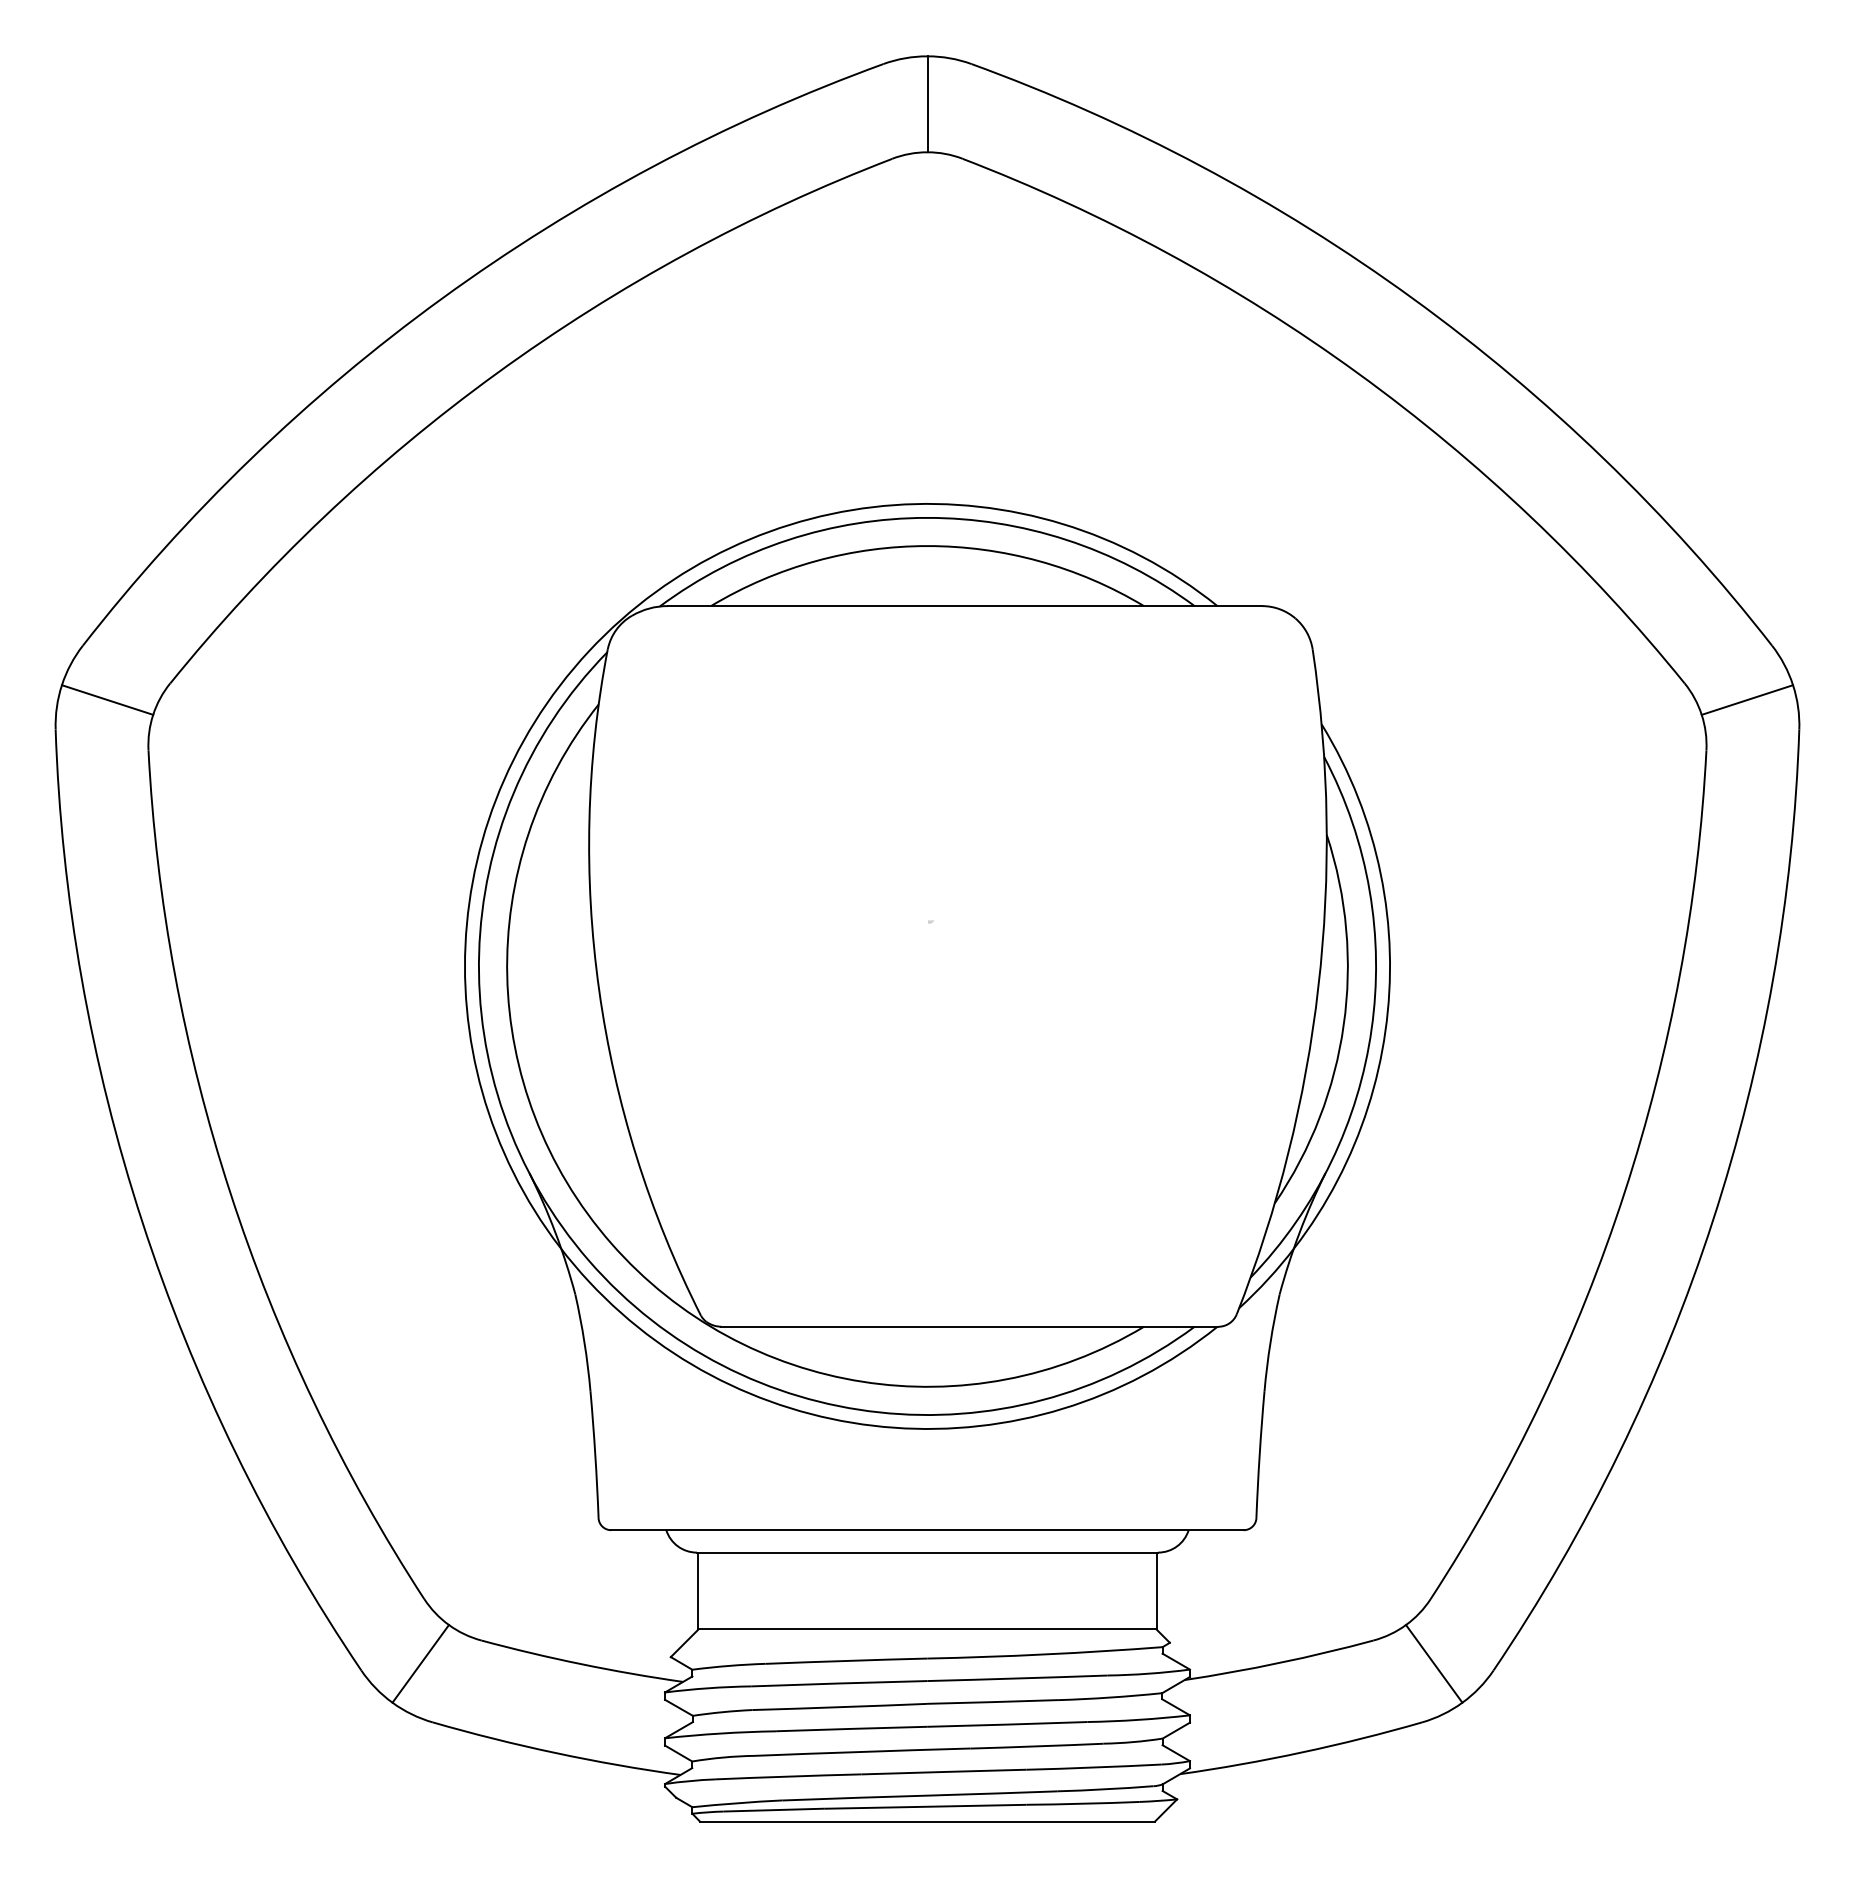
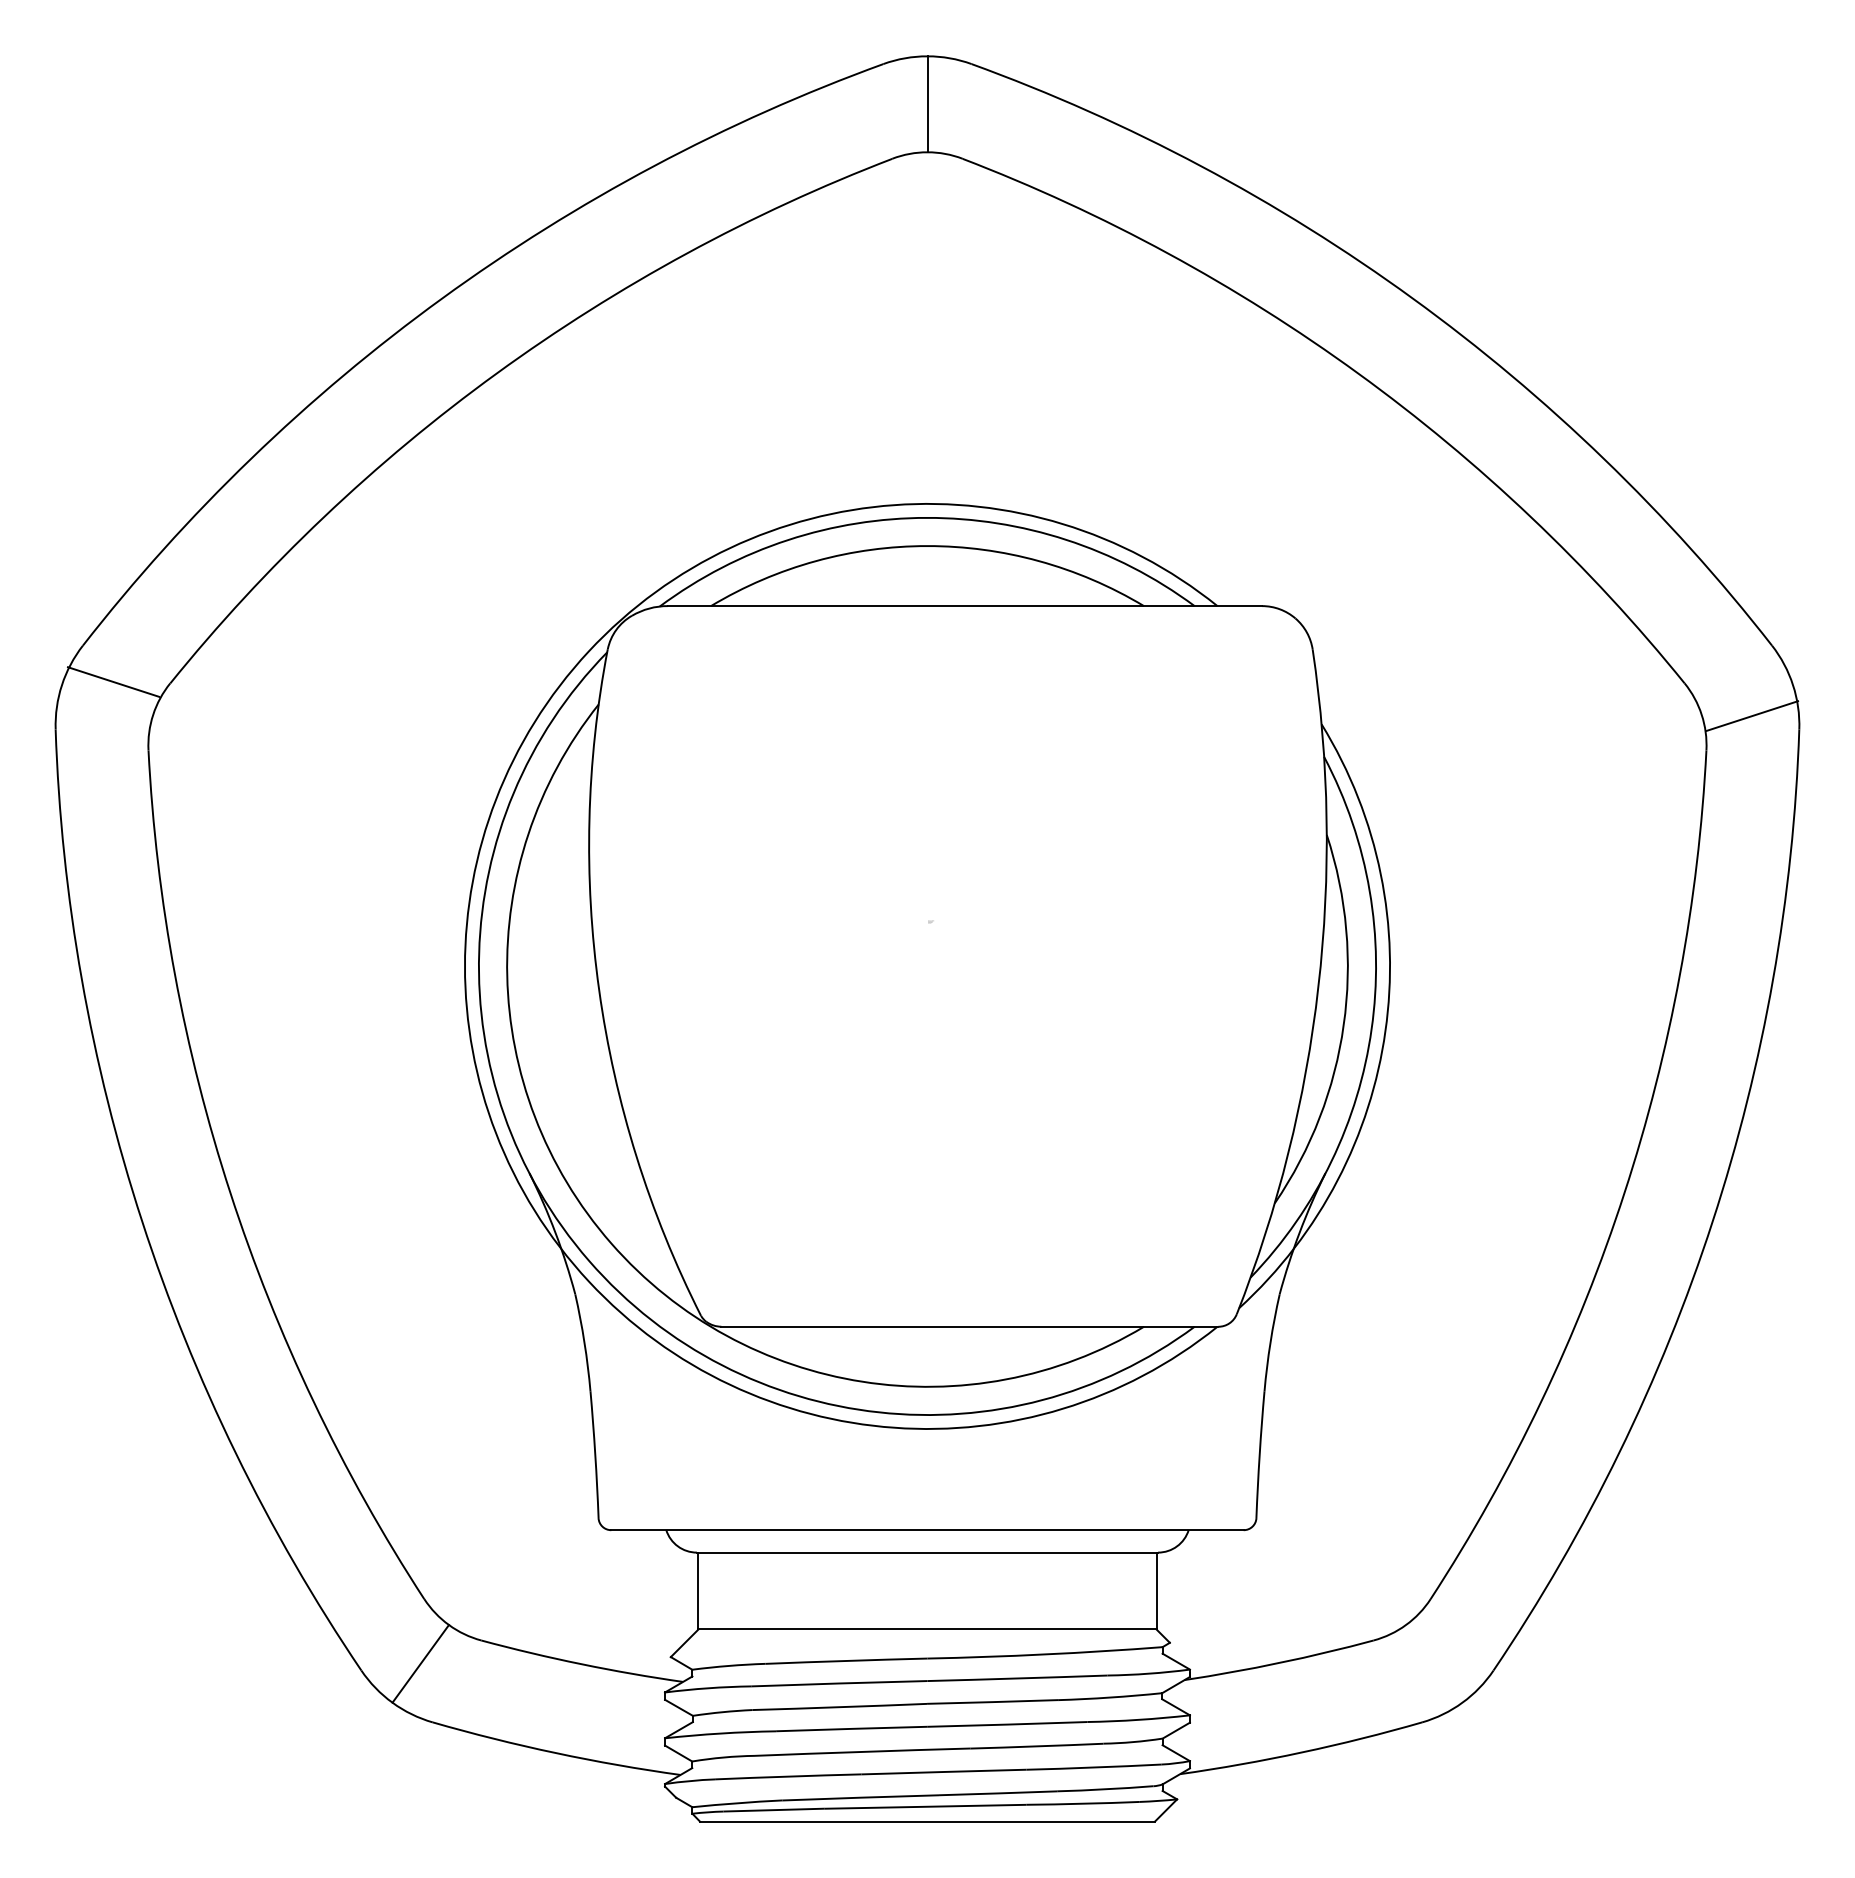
line at (107, 699) position: (107, 699) -> (113, 681)
line at (1747, 699) position: (1747, 699) -> (1752, 715)
line at (1434, 1663): present -> none
